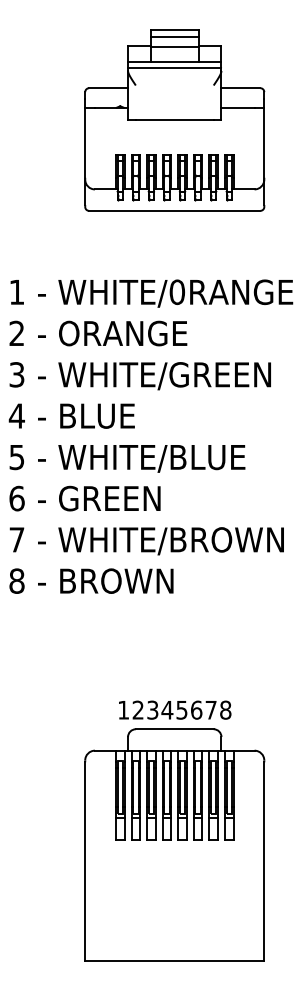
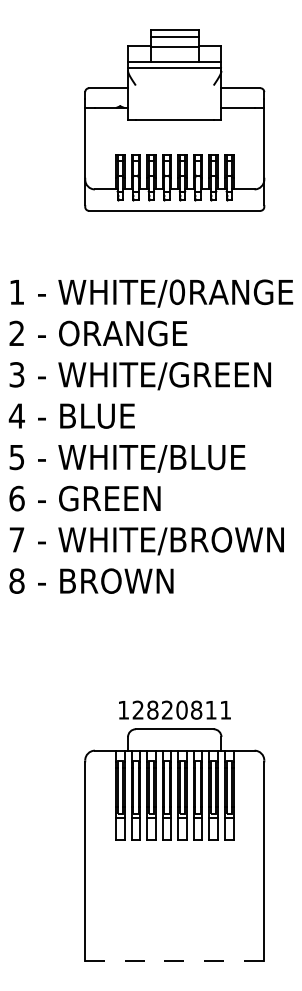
text at (189, 709): 12345678 -> 12820811
line at (174, 961): solid -> dashed
